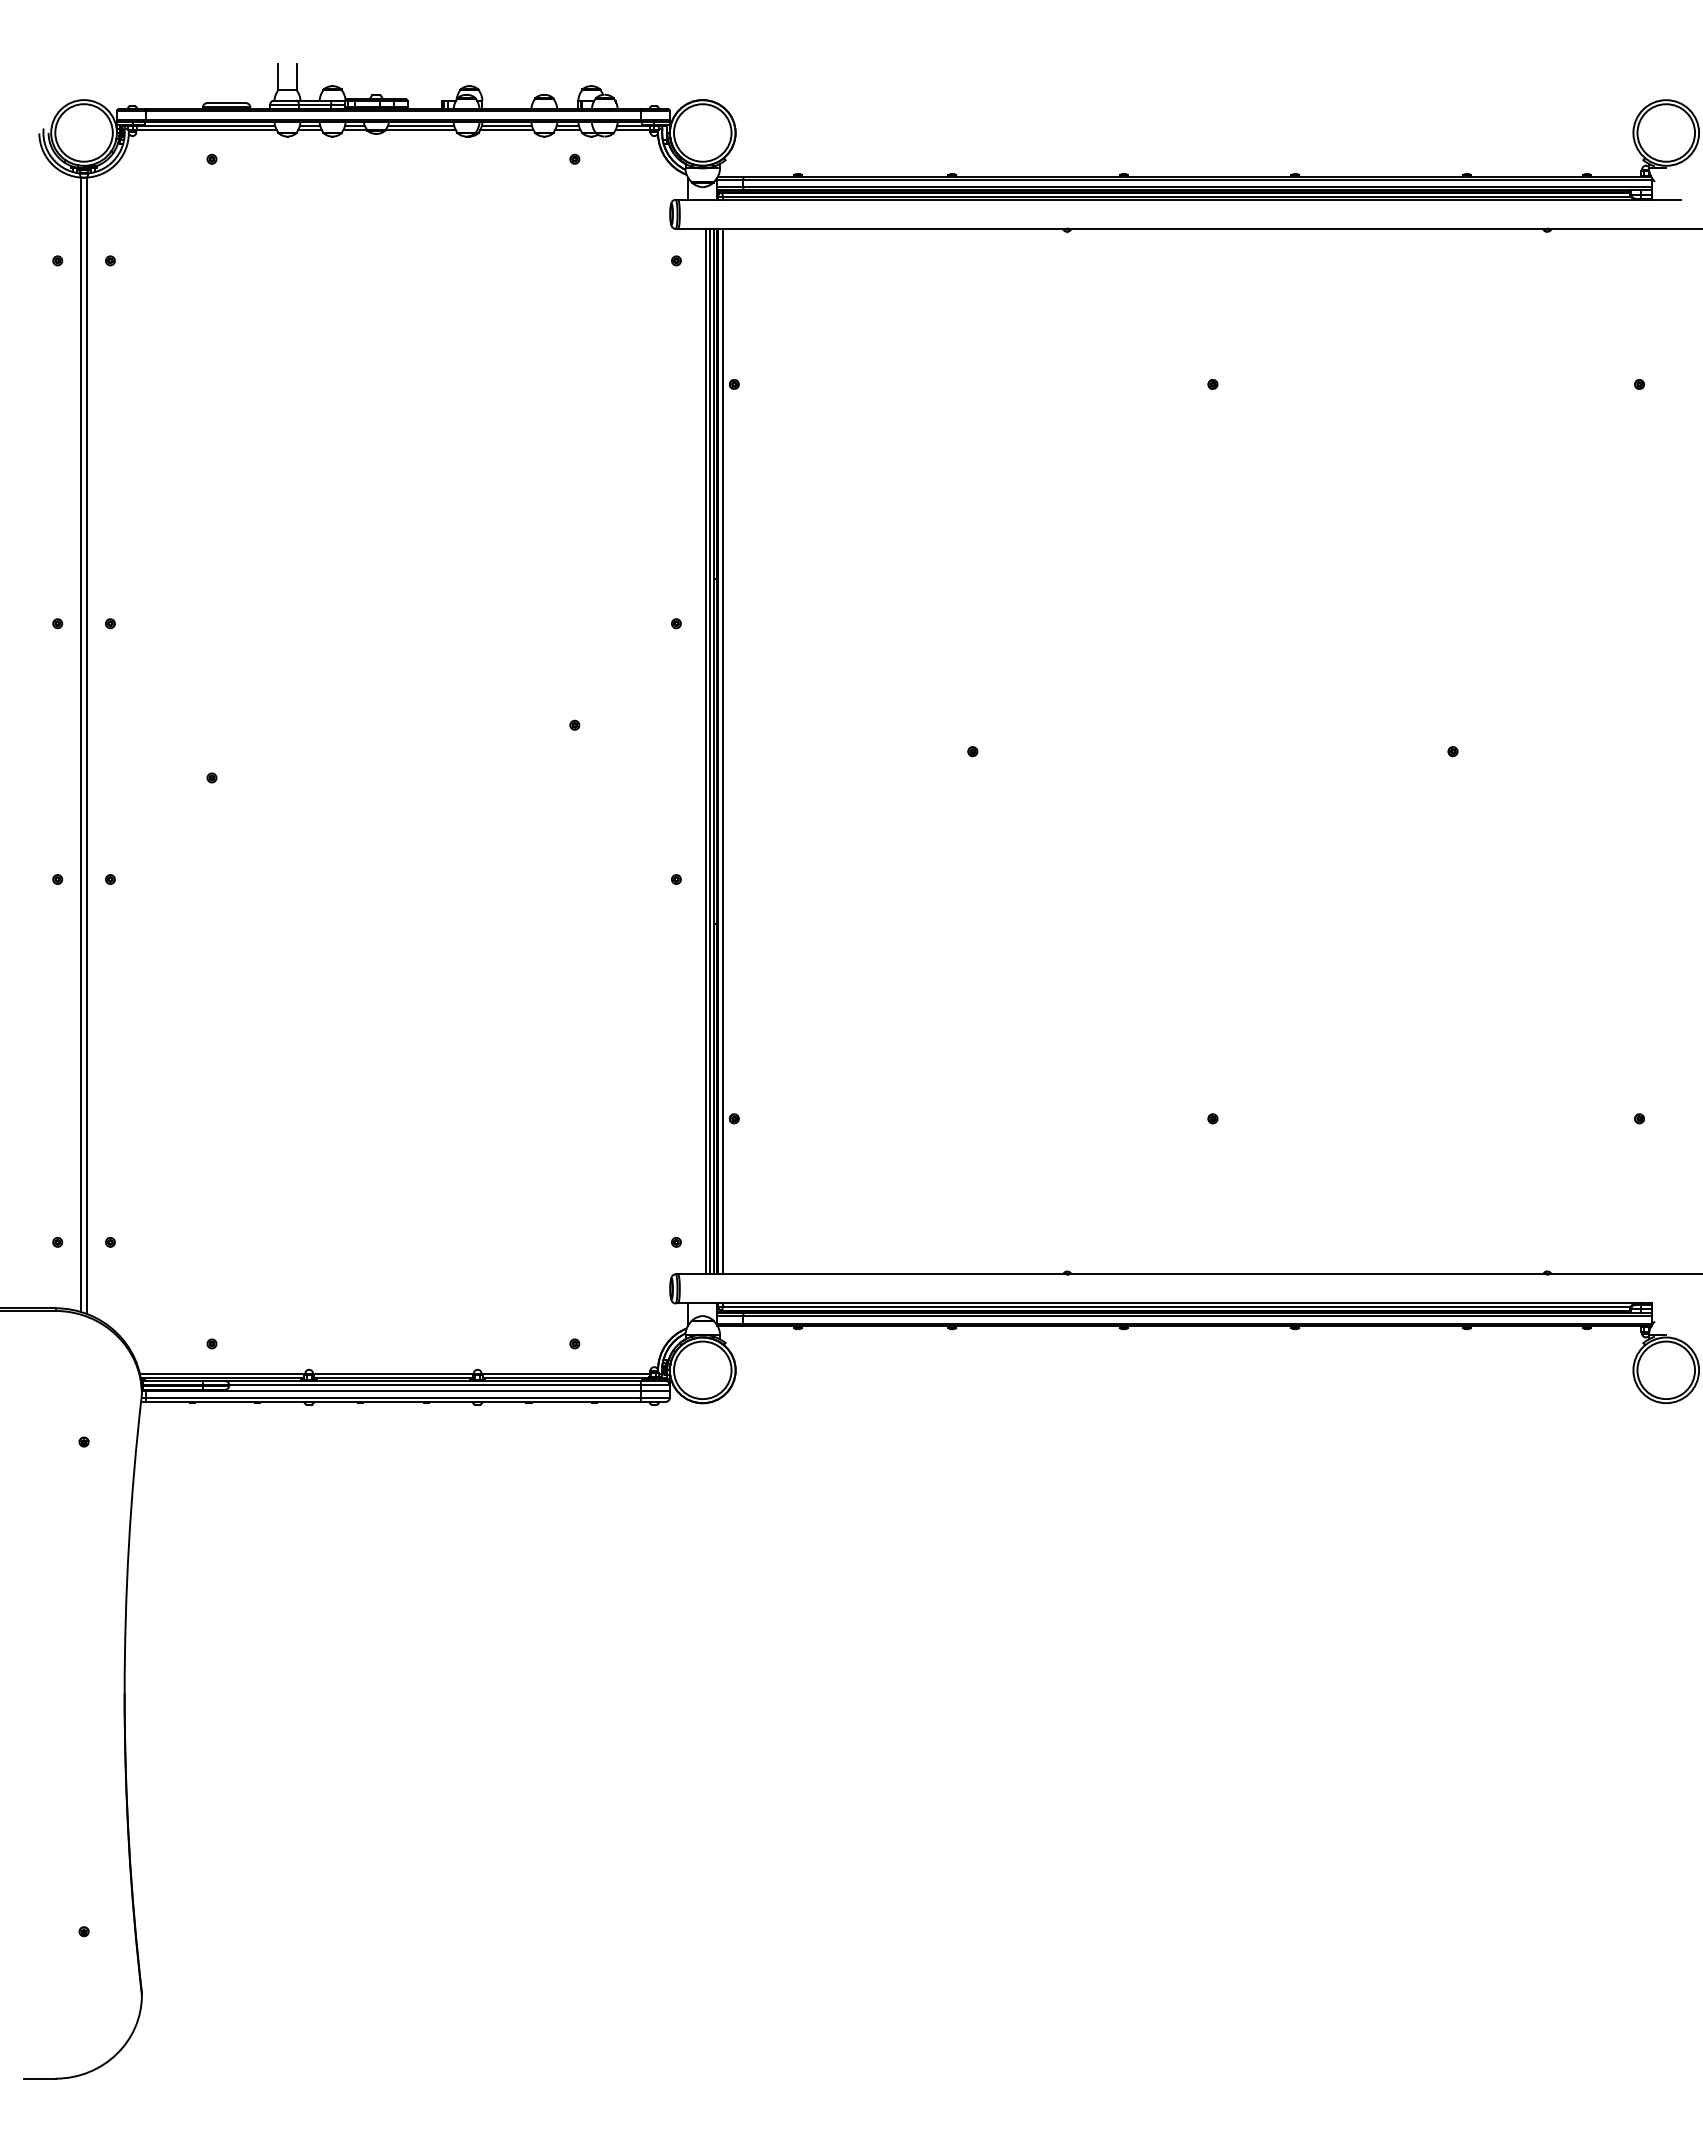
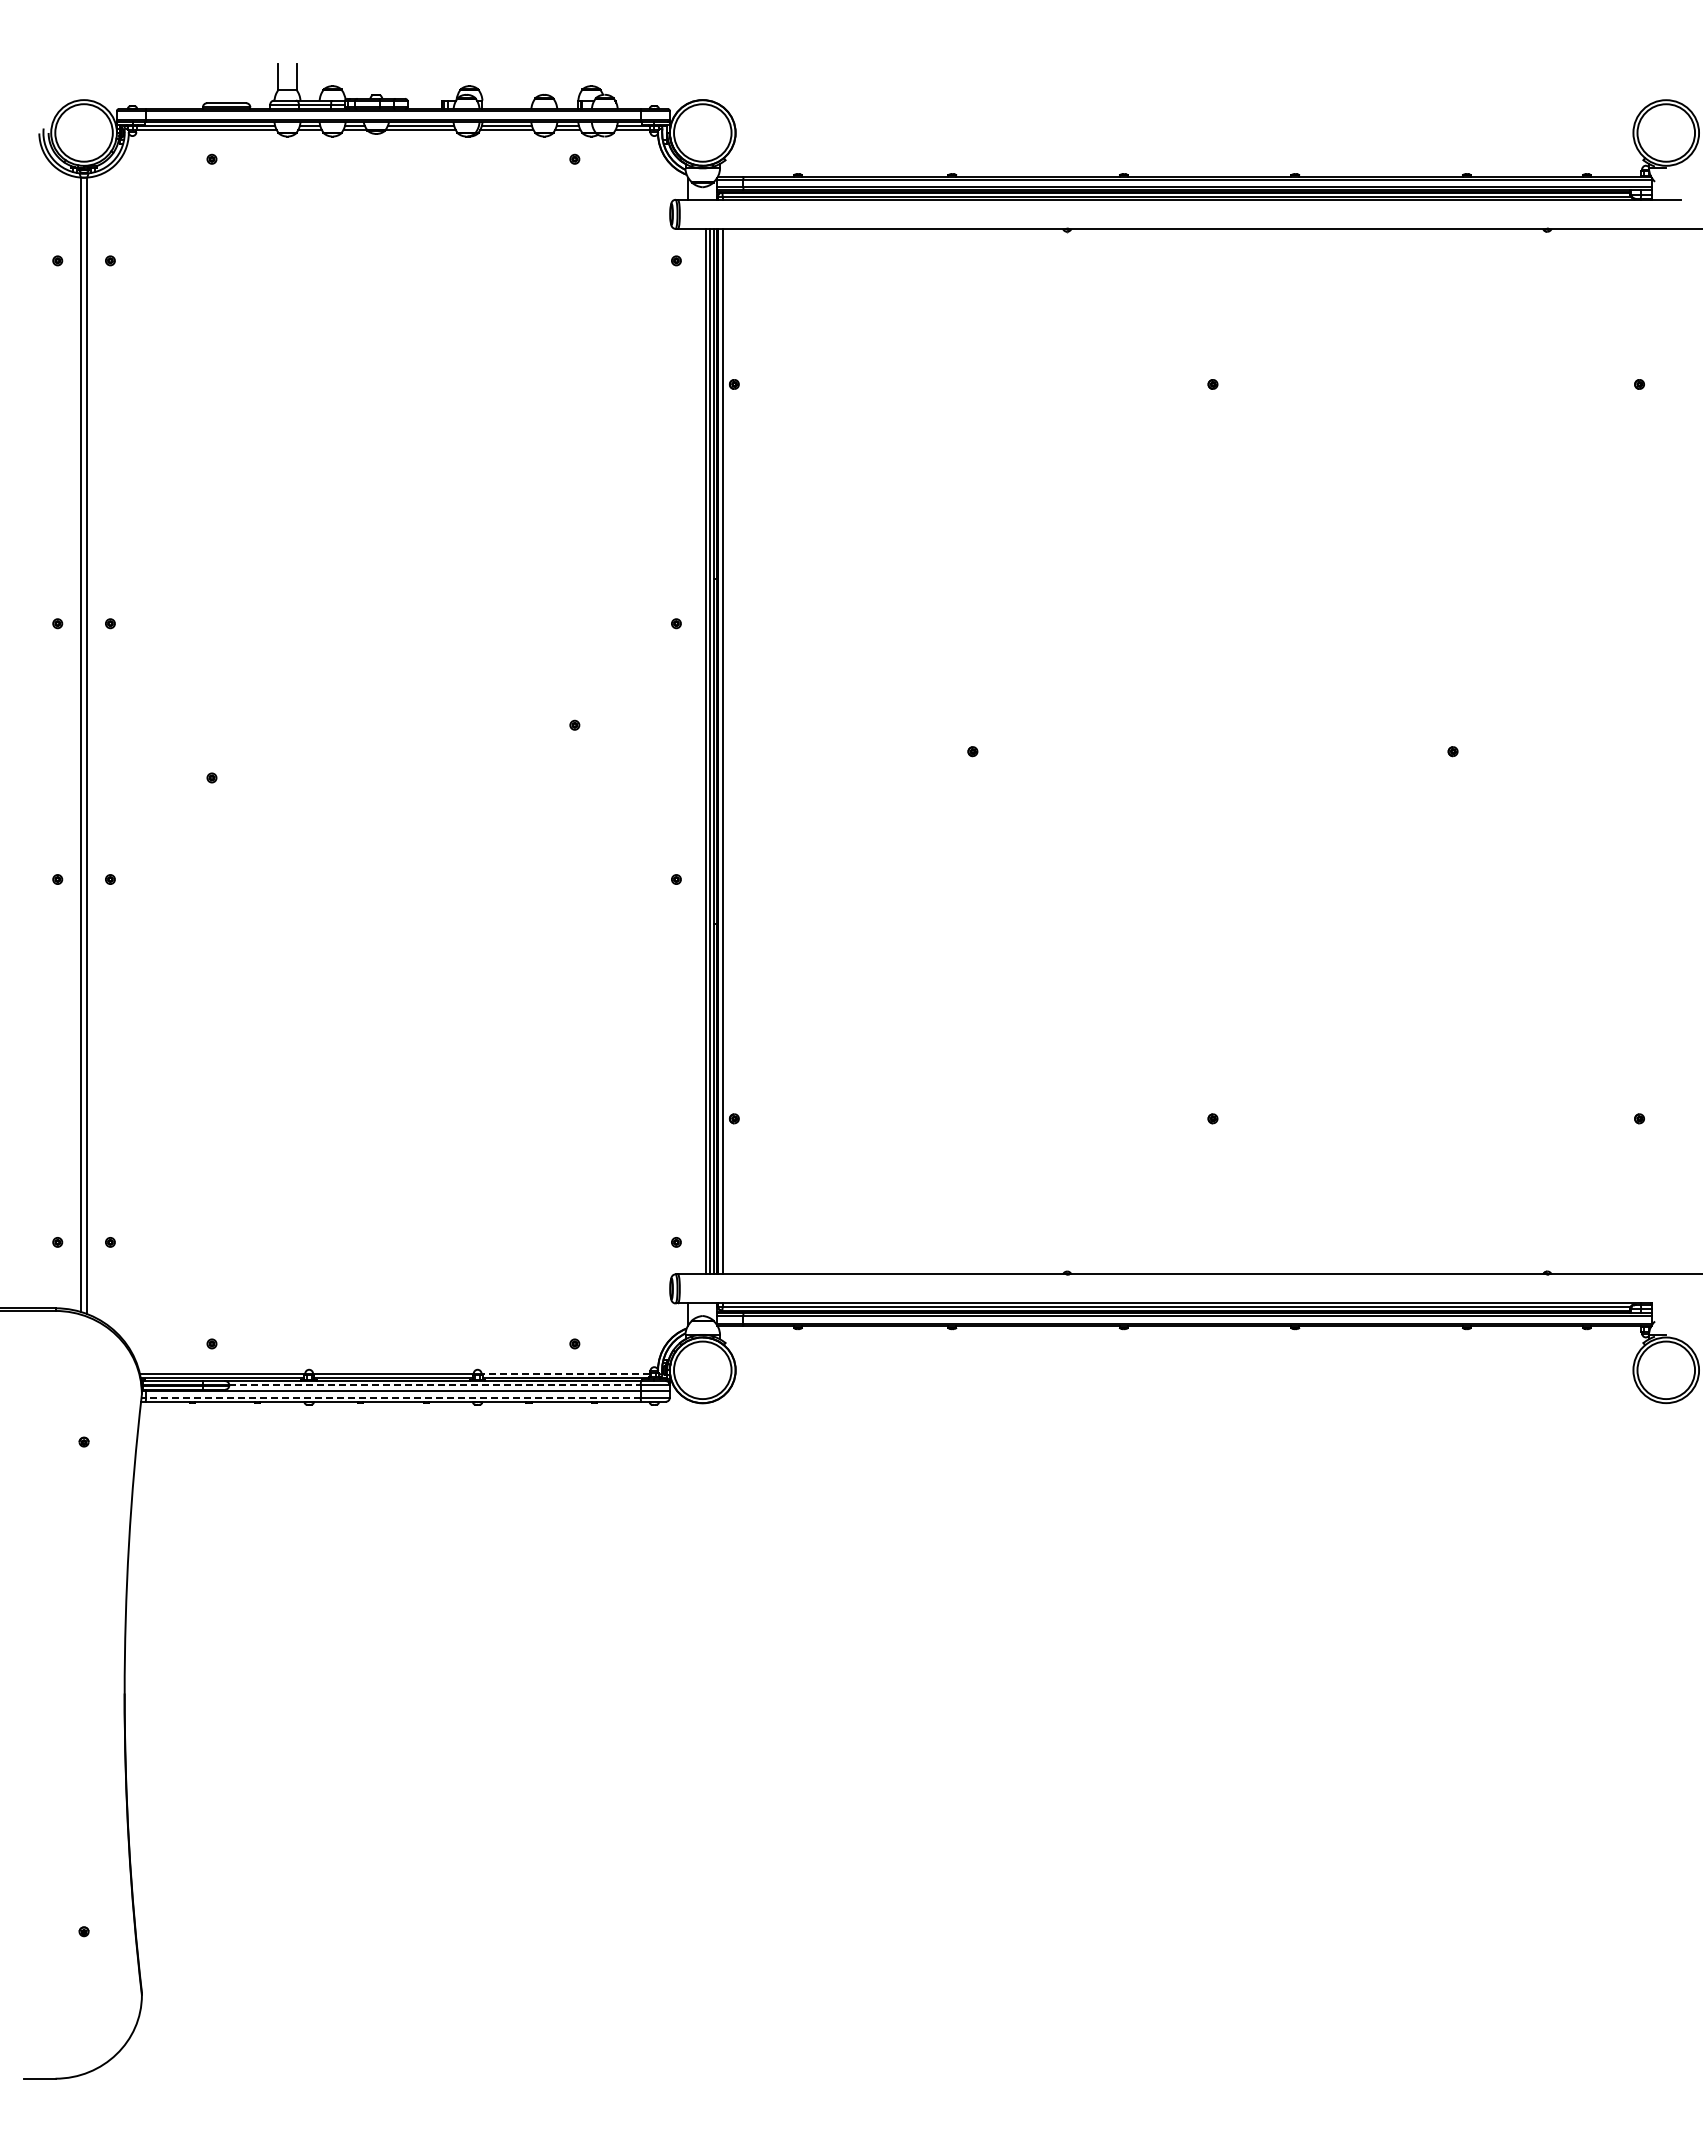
line at (565, 1373): solid -> dashed
line at (435, 1385): solid -> dashed
line at (392, 1397): solid -> dashed
